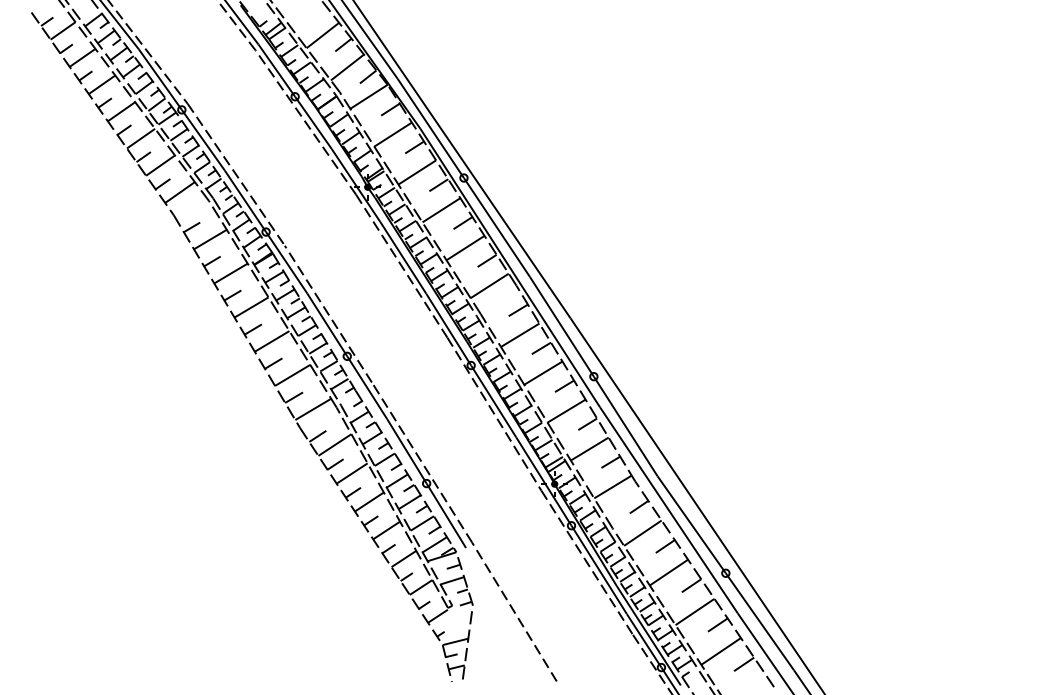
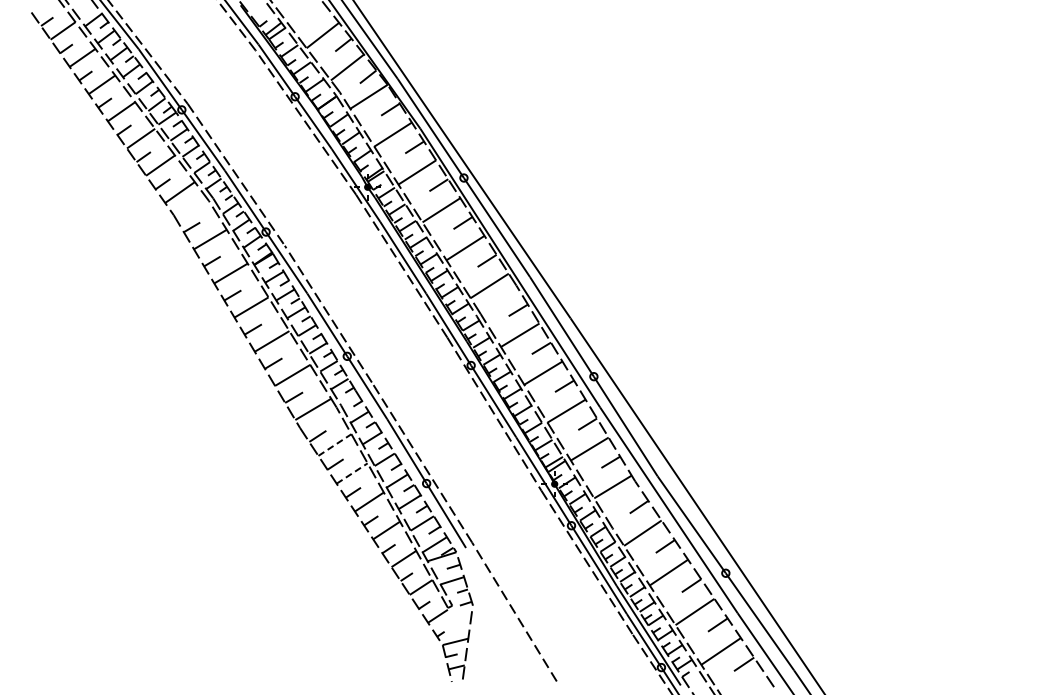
line at (334, 445): solid -> dashed
line at (352, 473): solid -> dashed
